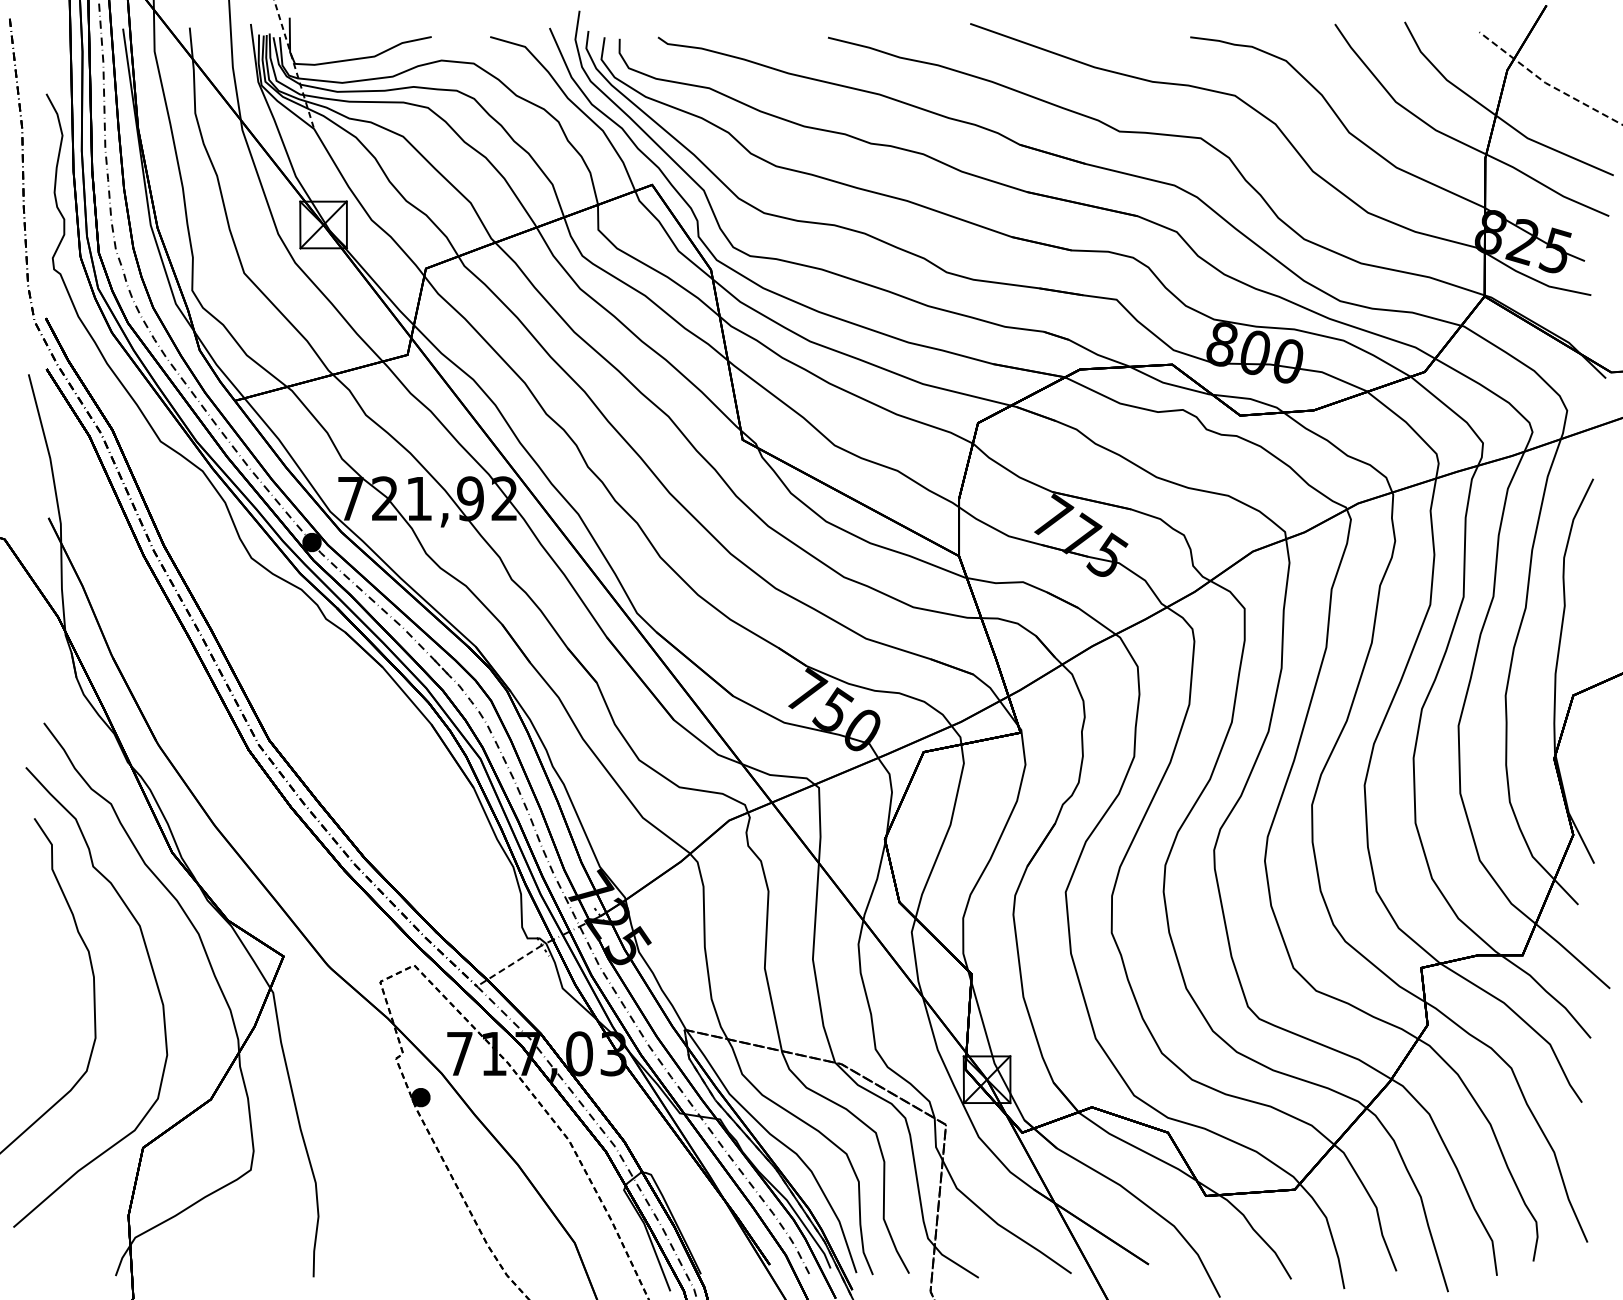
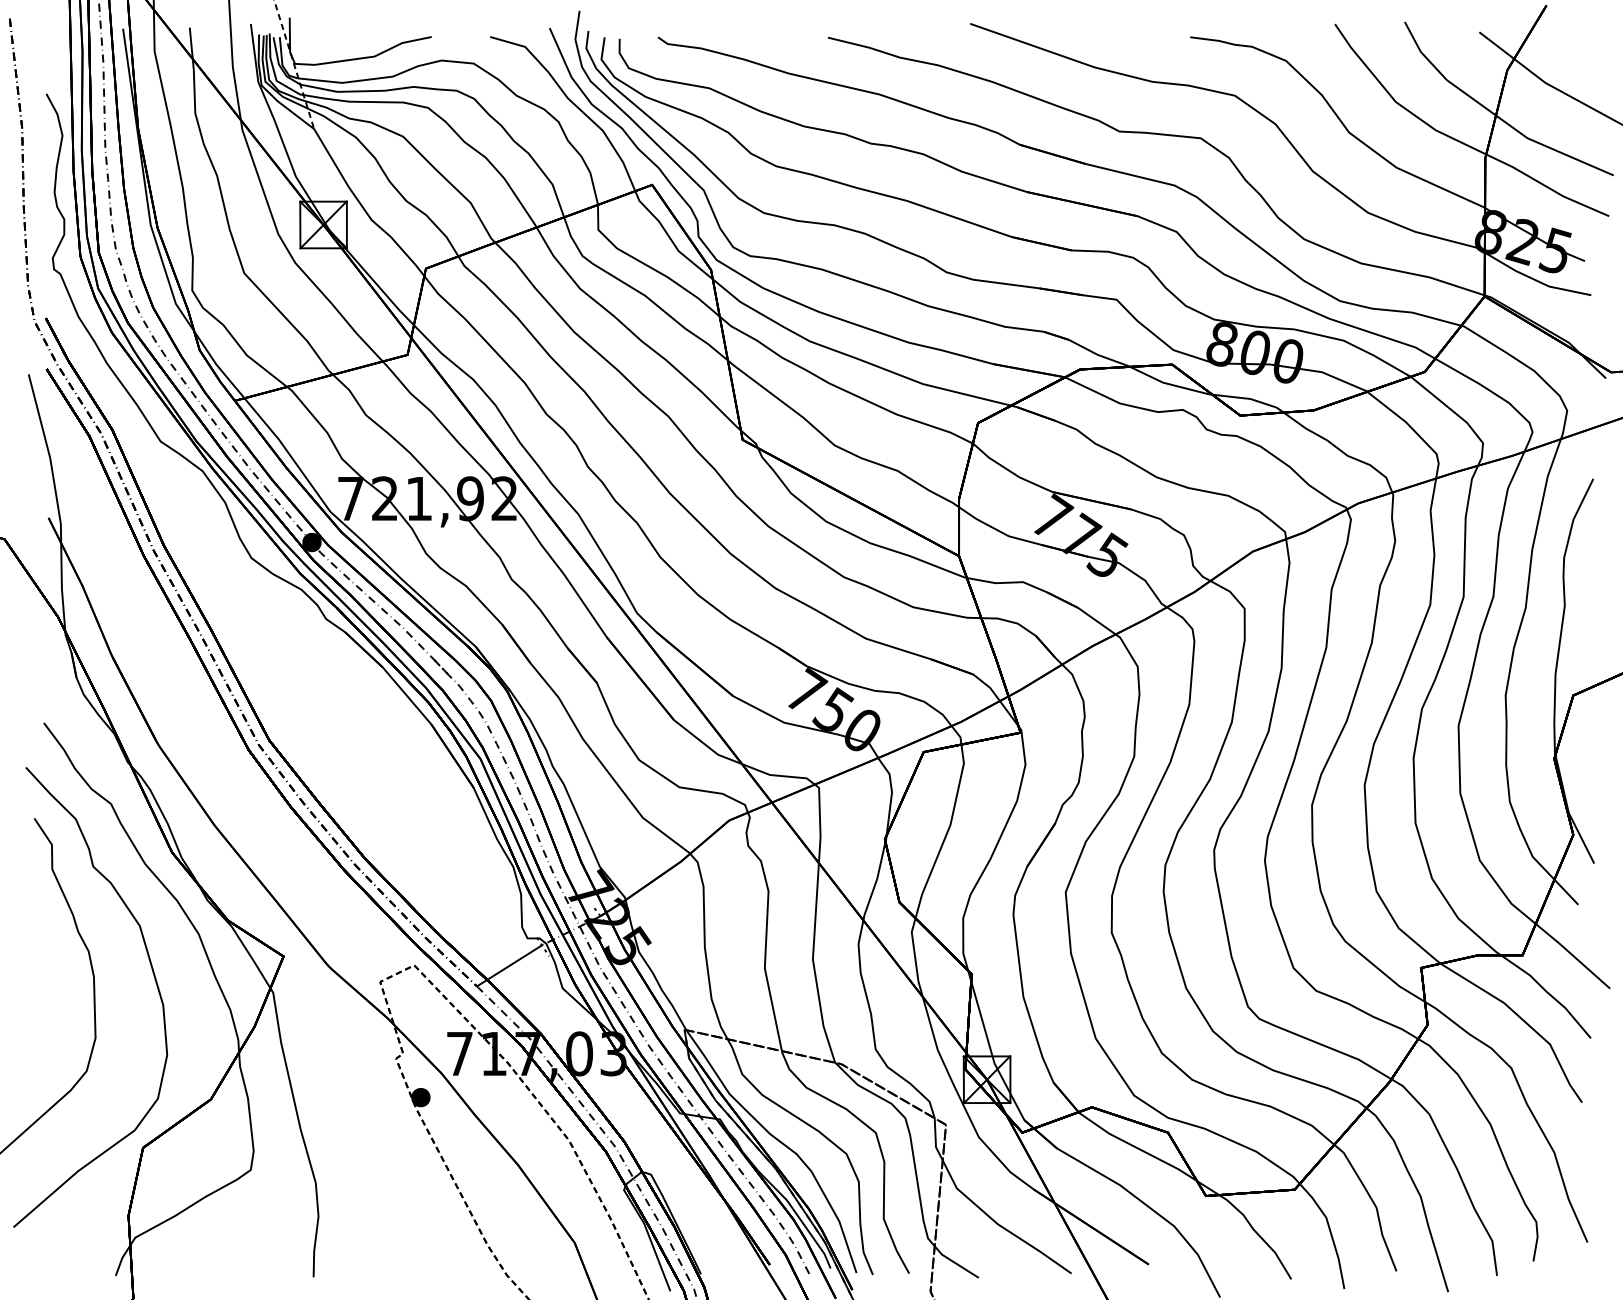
line at (1546, 83): dashed -> solid
line at (509, 966): dashed -> solid
